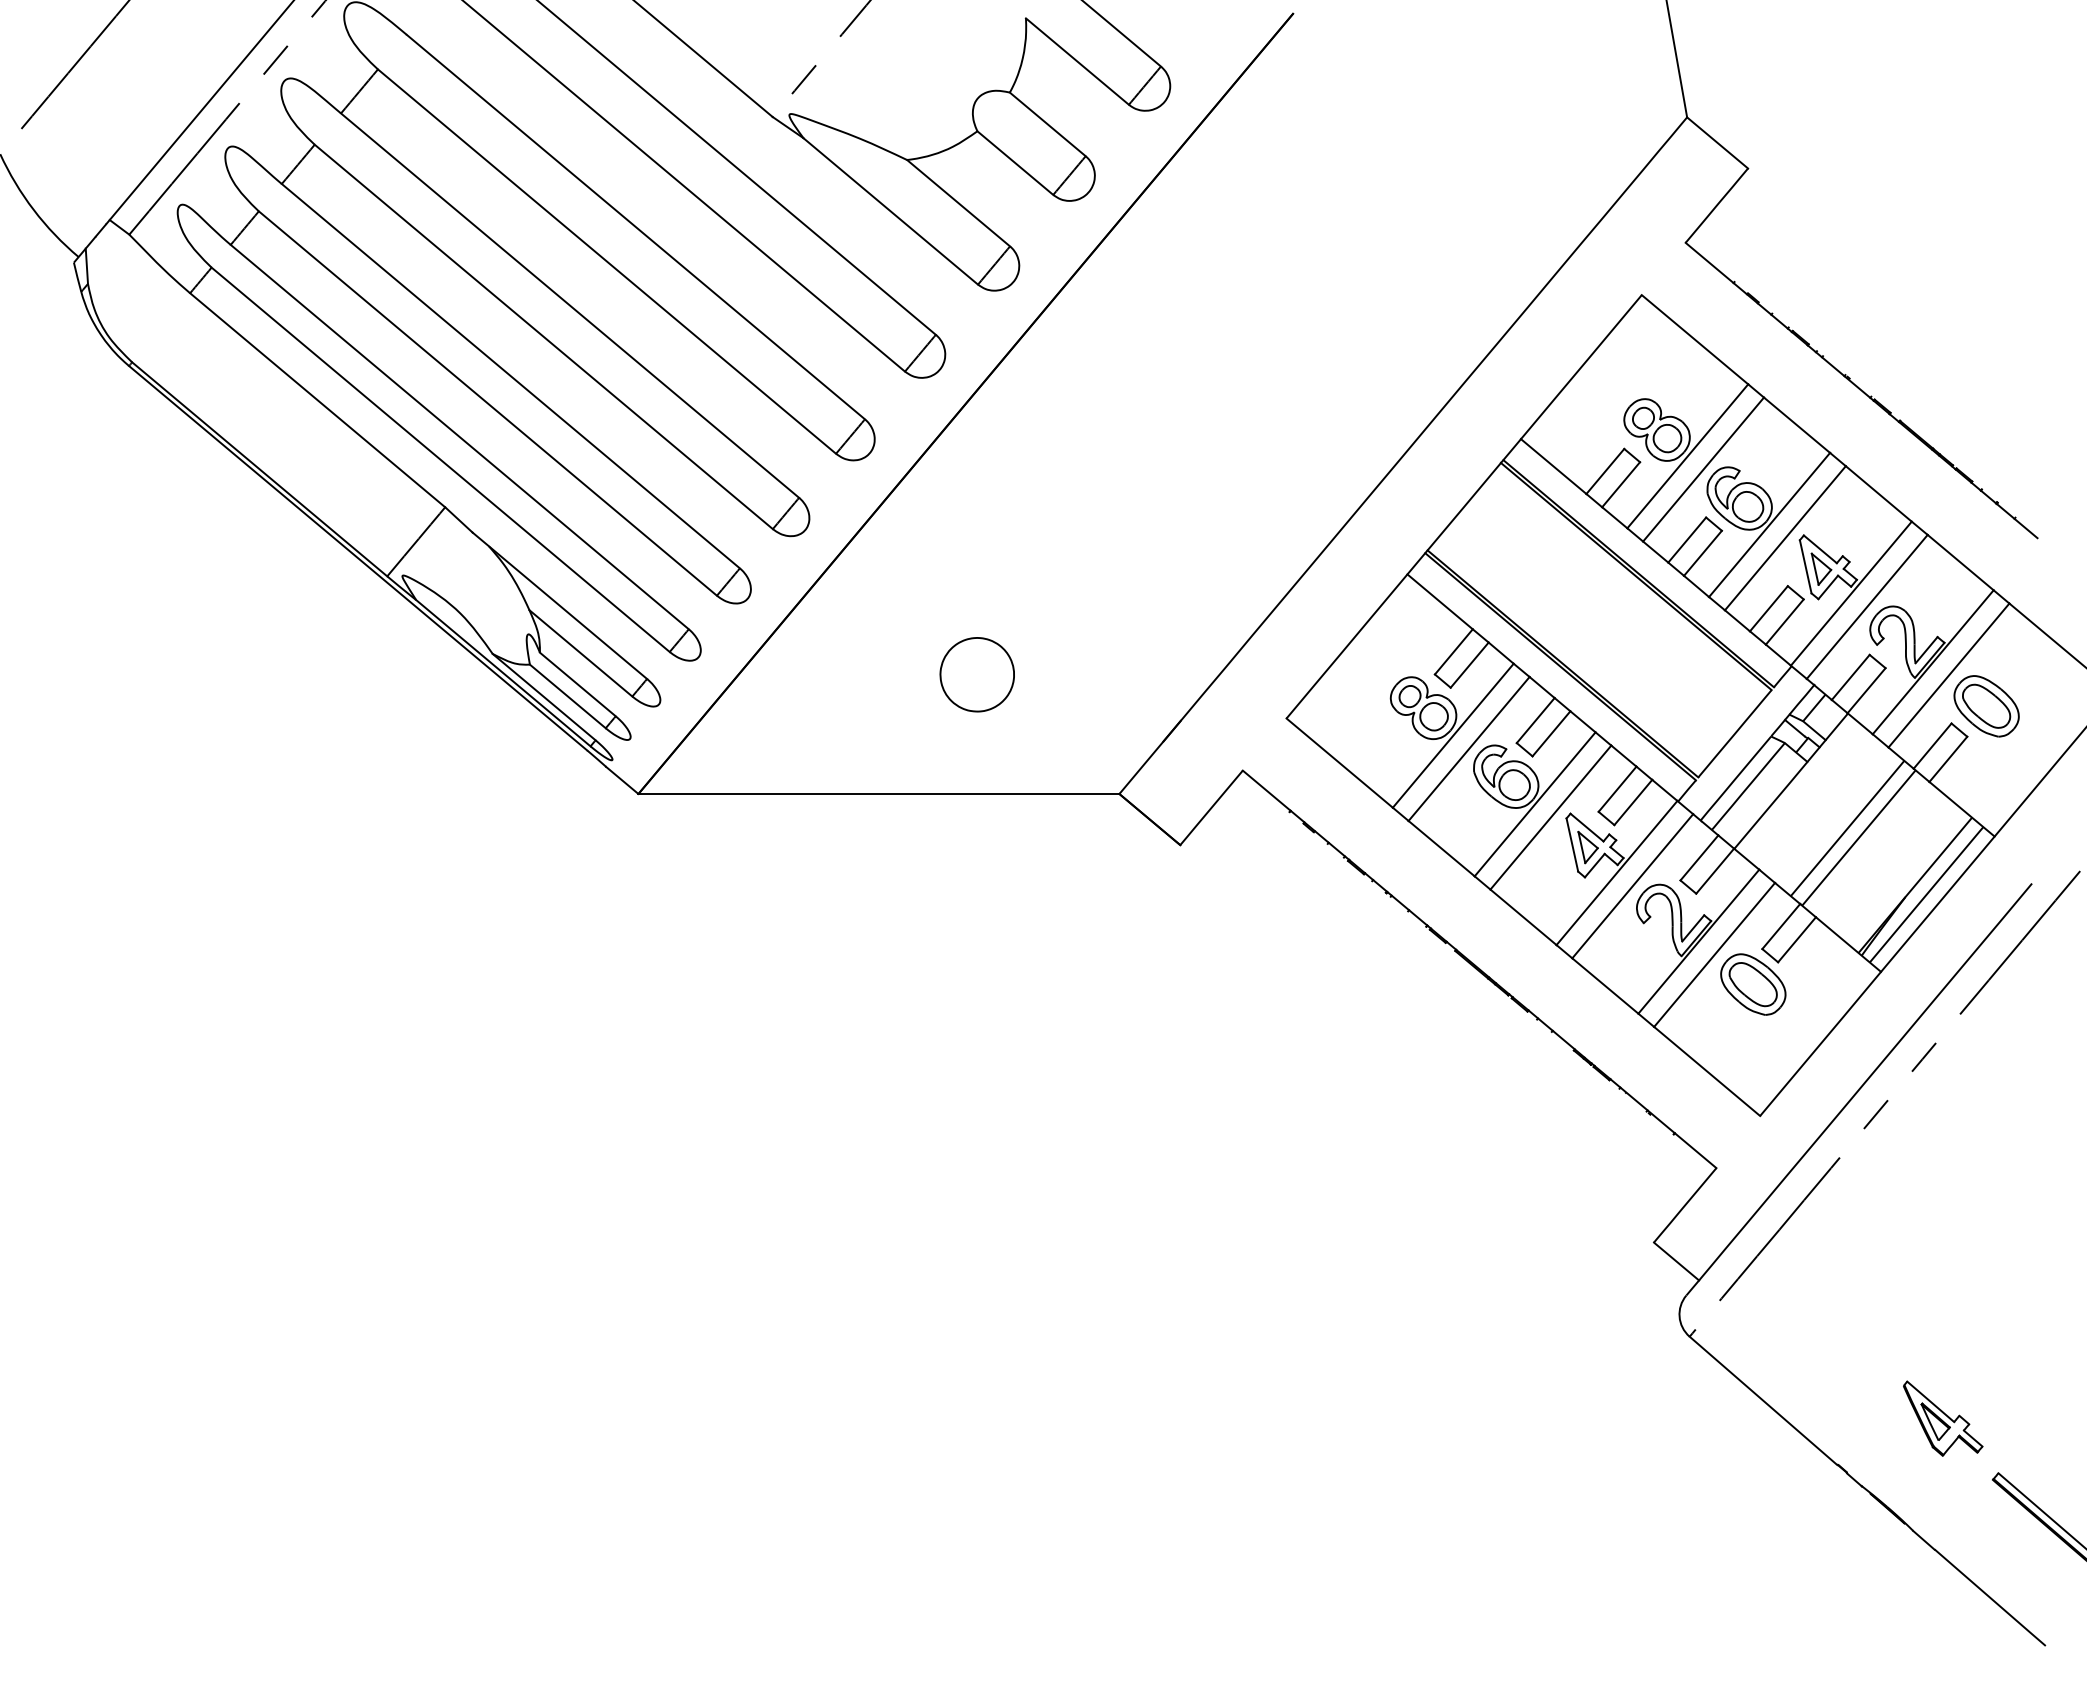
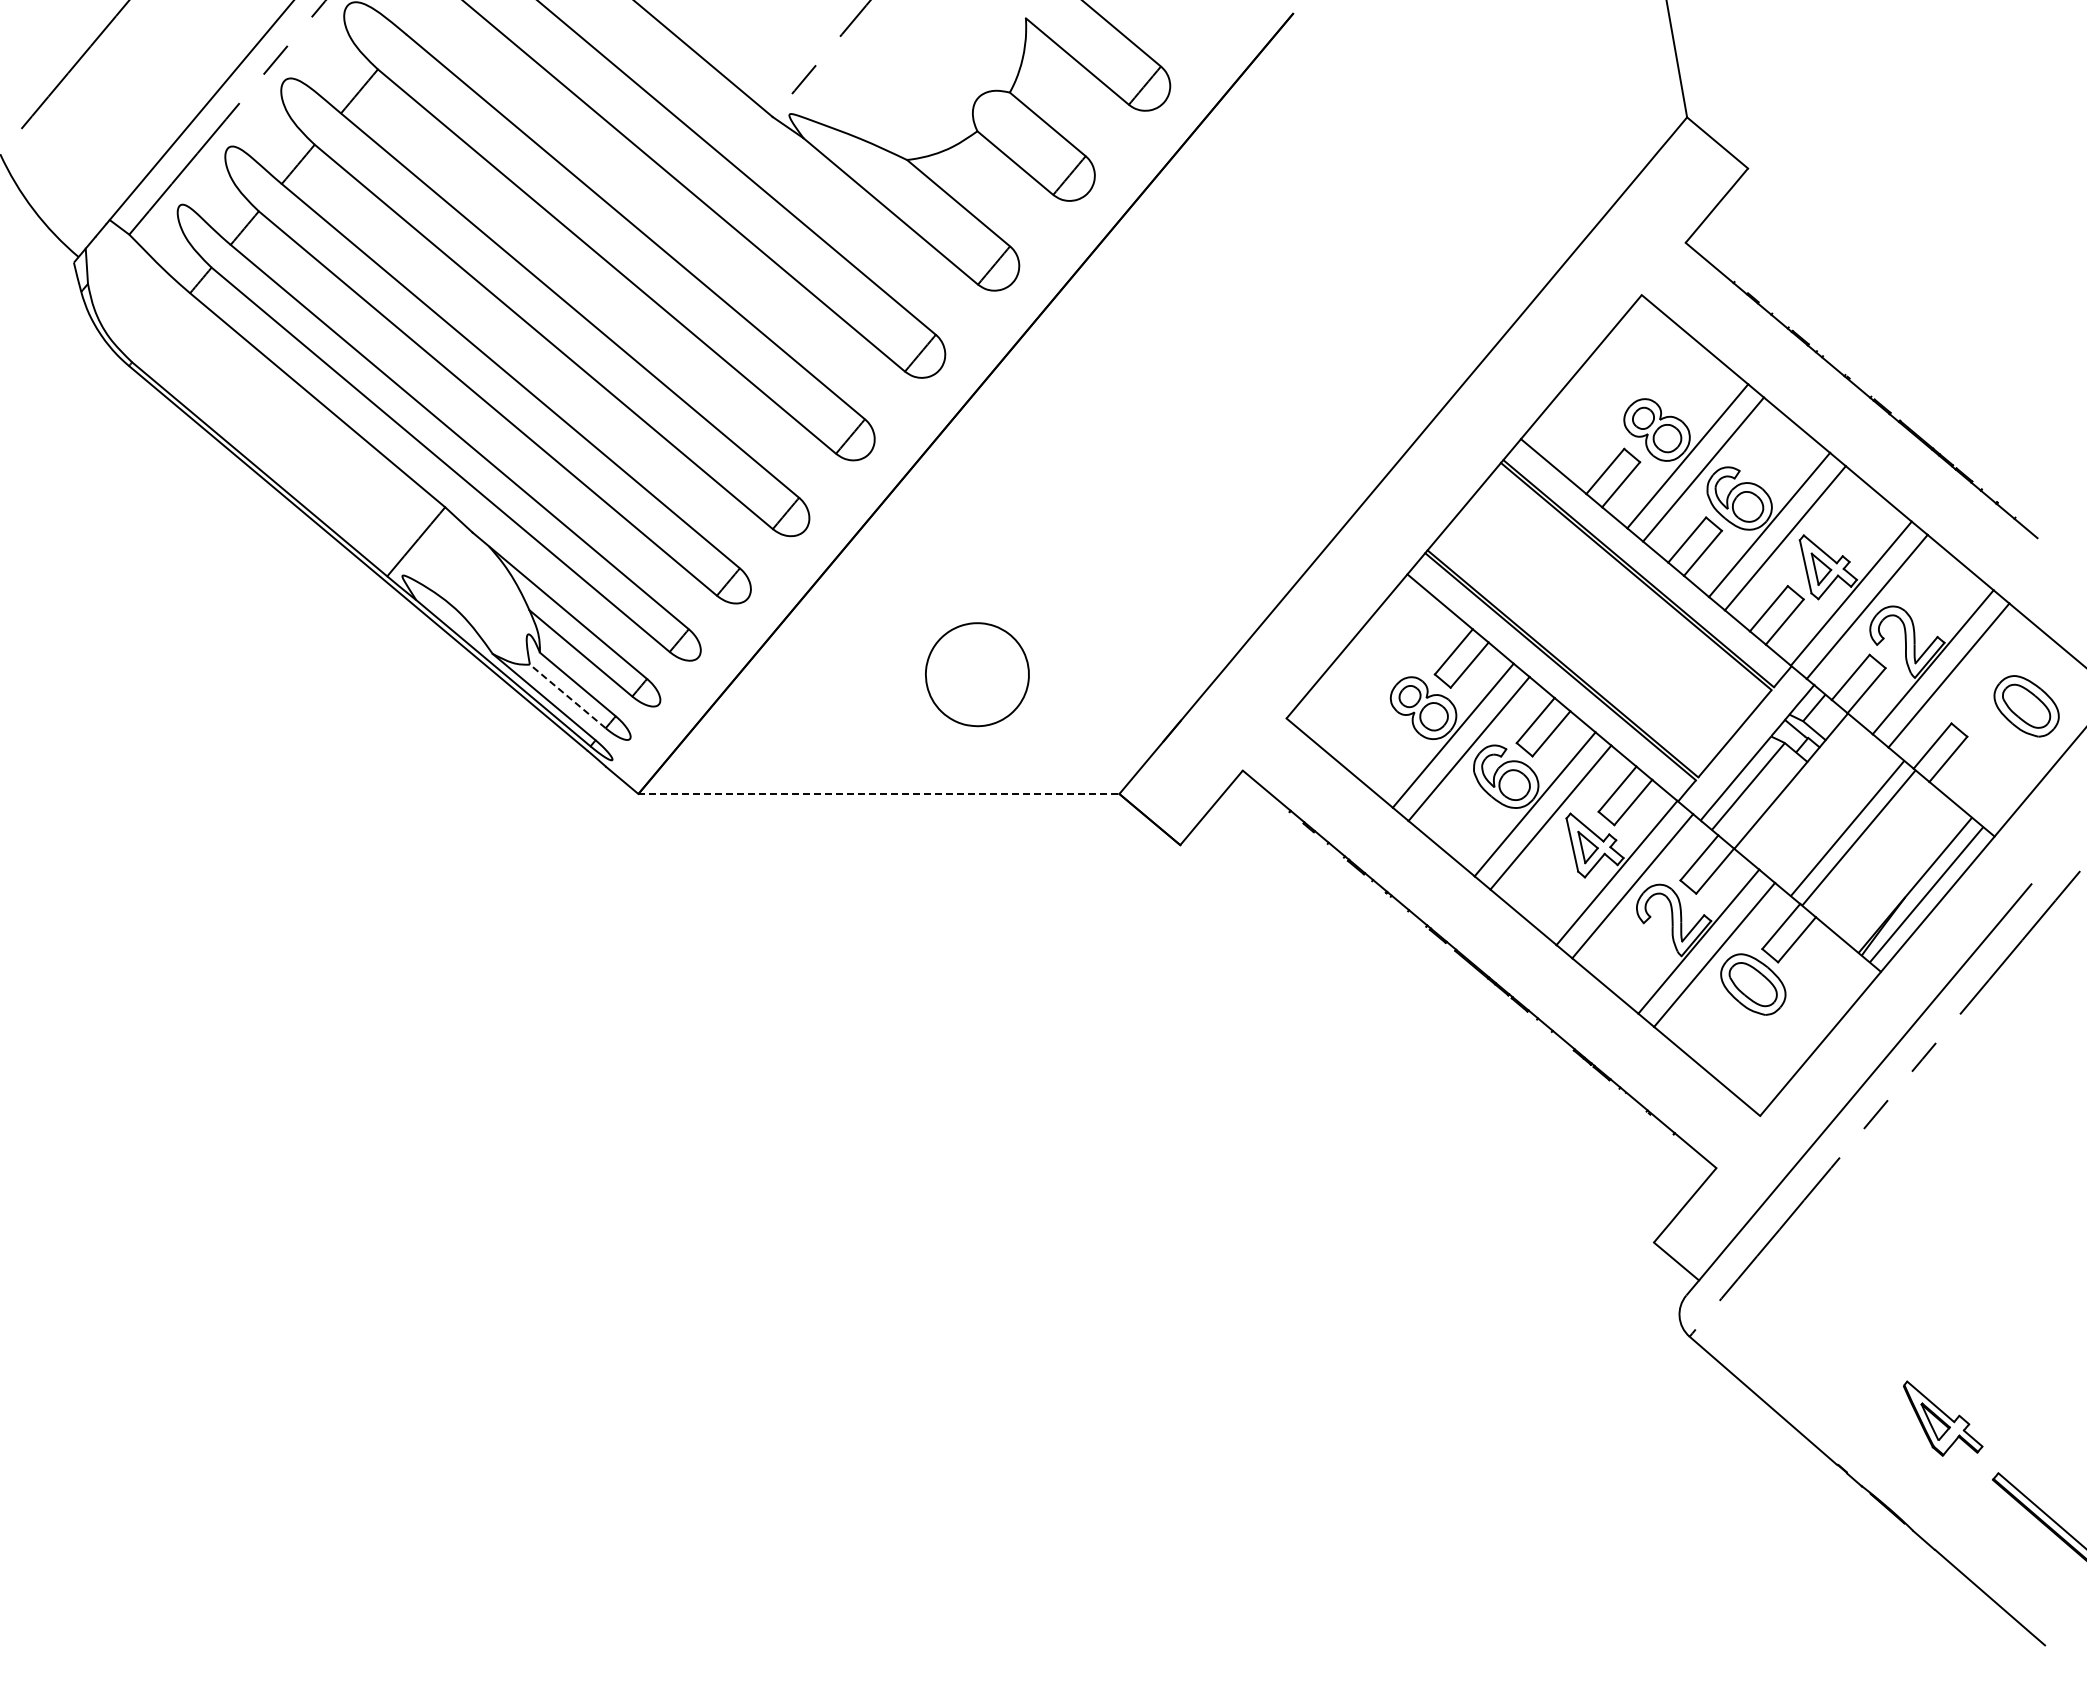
part at (976, 674) size: 76x76 px -> 105x106 px
line at (567, 696): solid -> dashed
part at (1986, 706) position: (1986, 706) -> (2026, 706)
line at (879, 794): solid -> dashed
